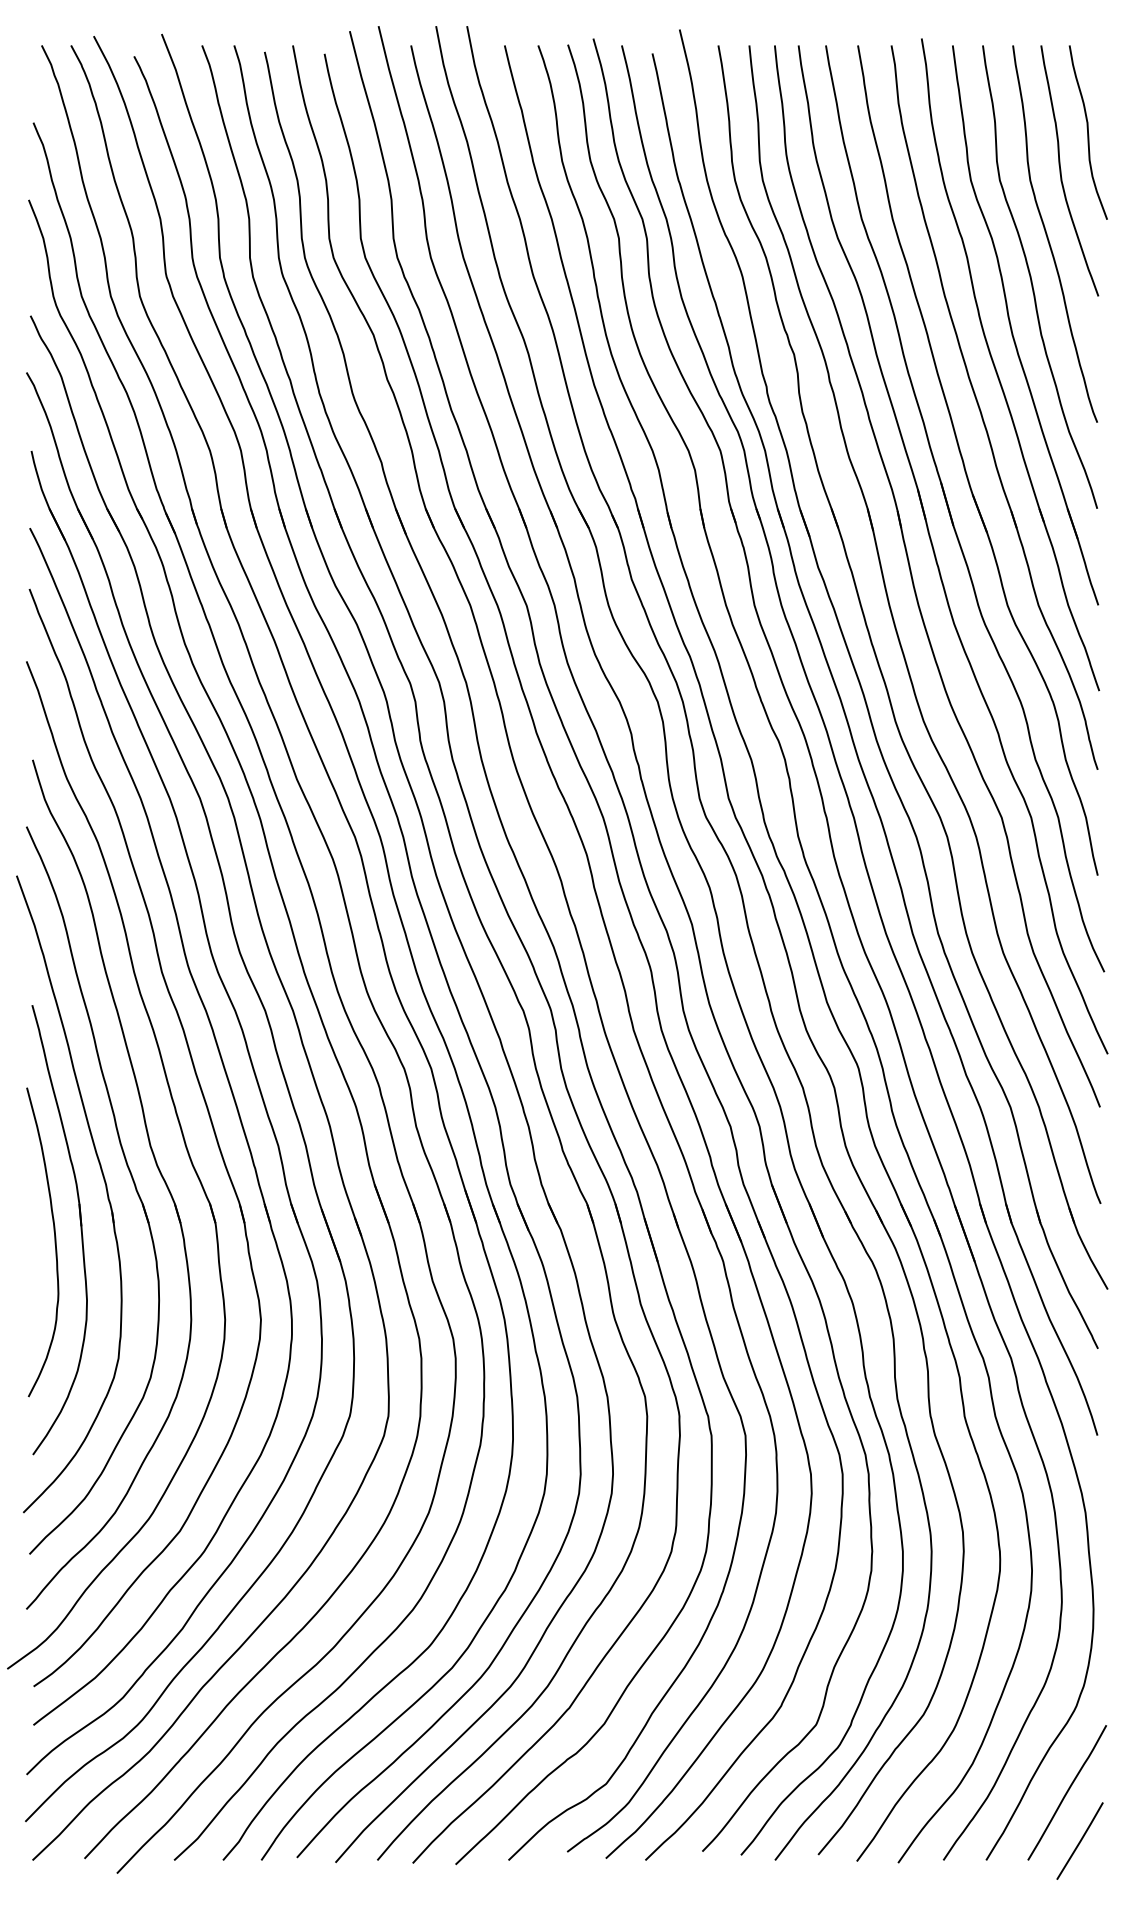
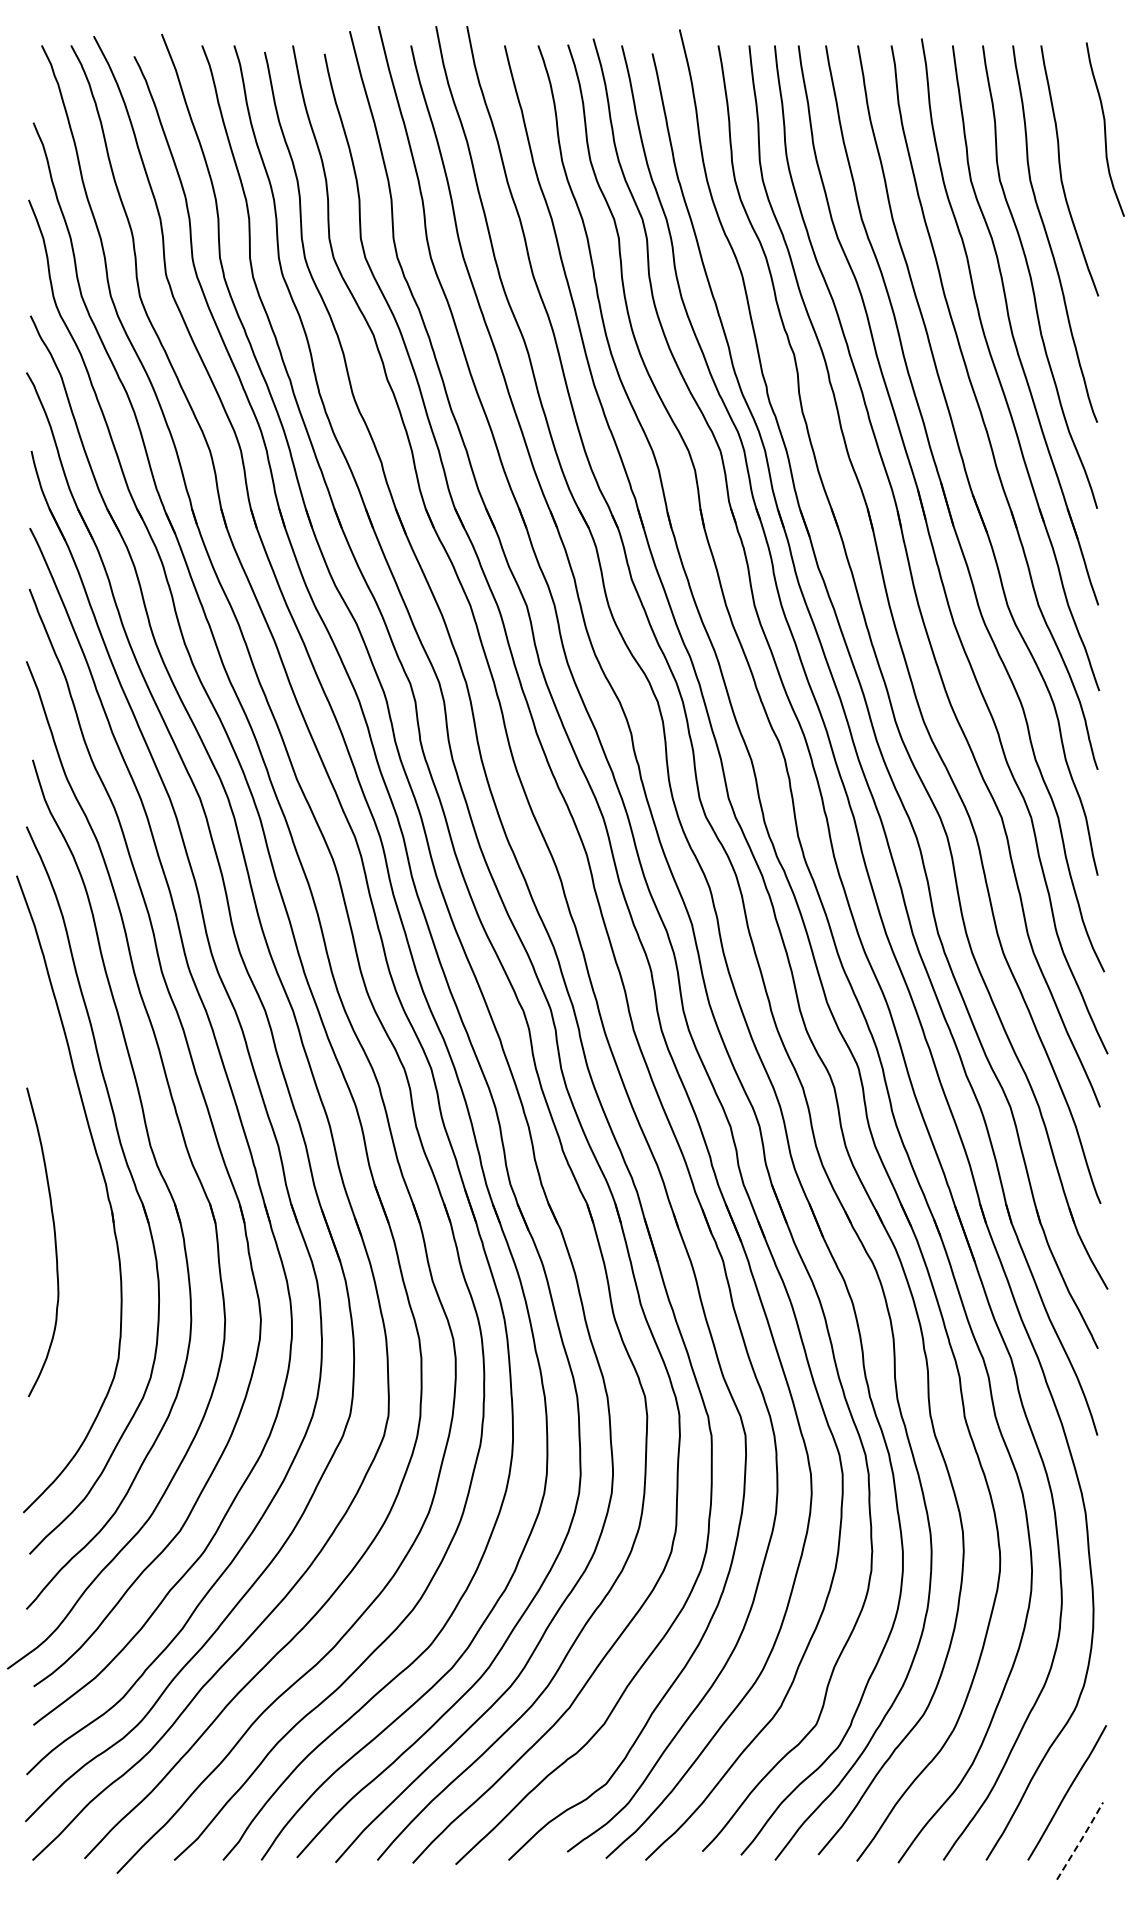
curve at (1087, 132) position: (1087, 132) -> (1104, 129)
part at (80, 1230): present -> none
line at (1080, 1841): solid -> dashed
